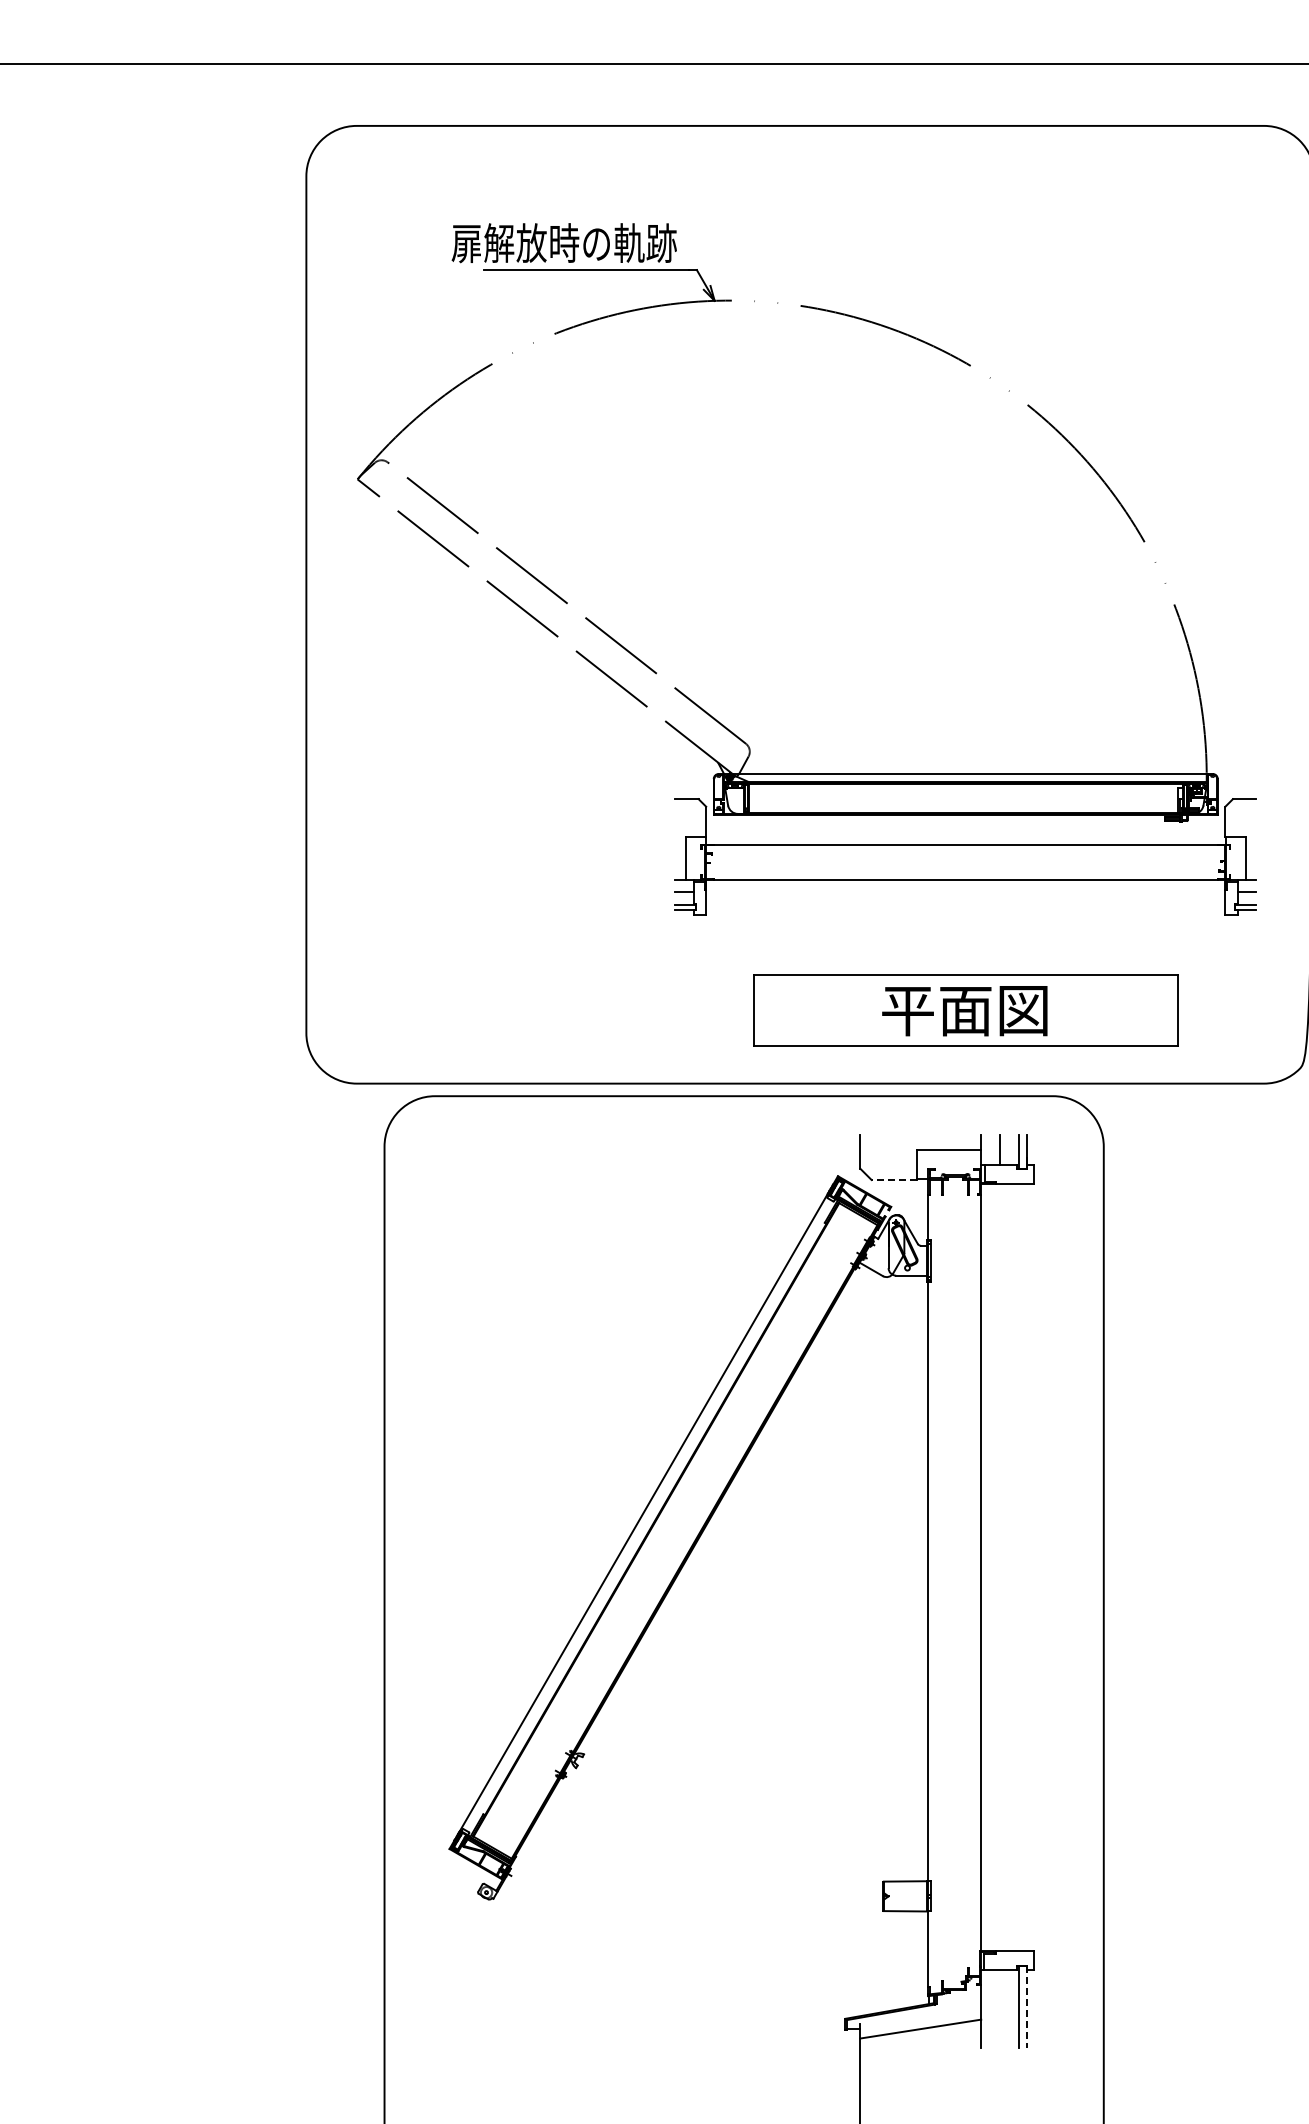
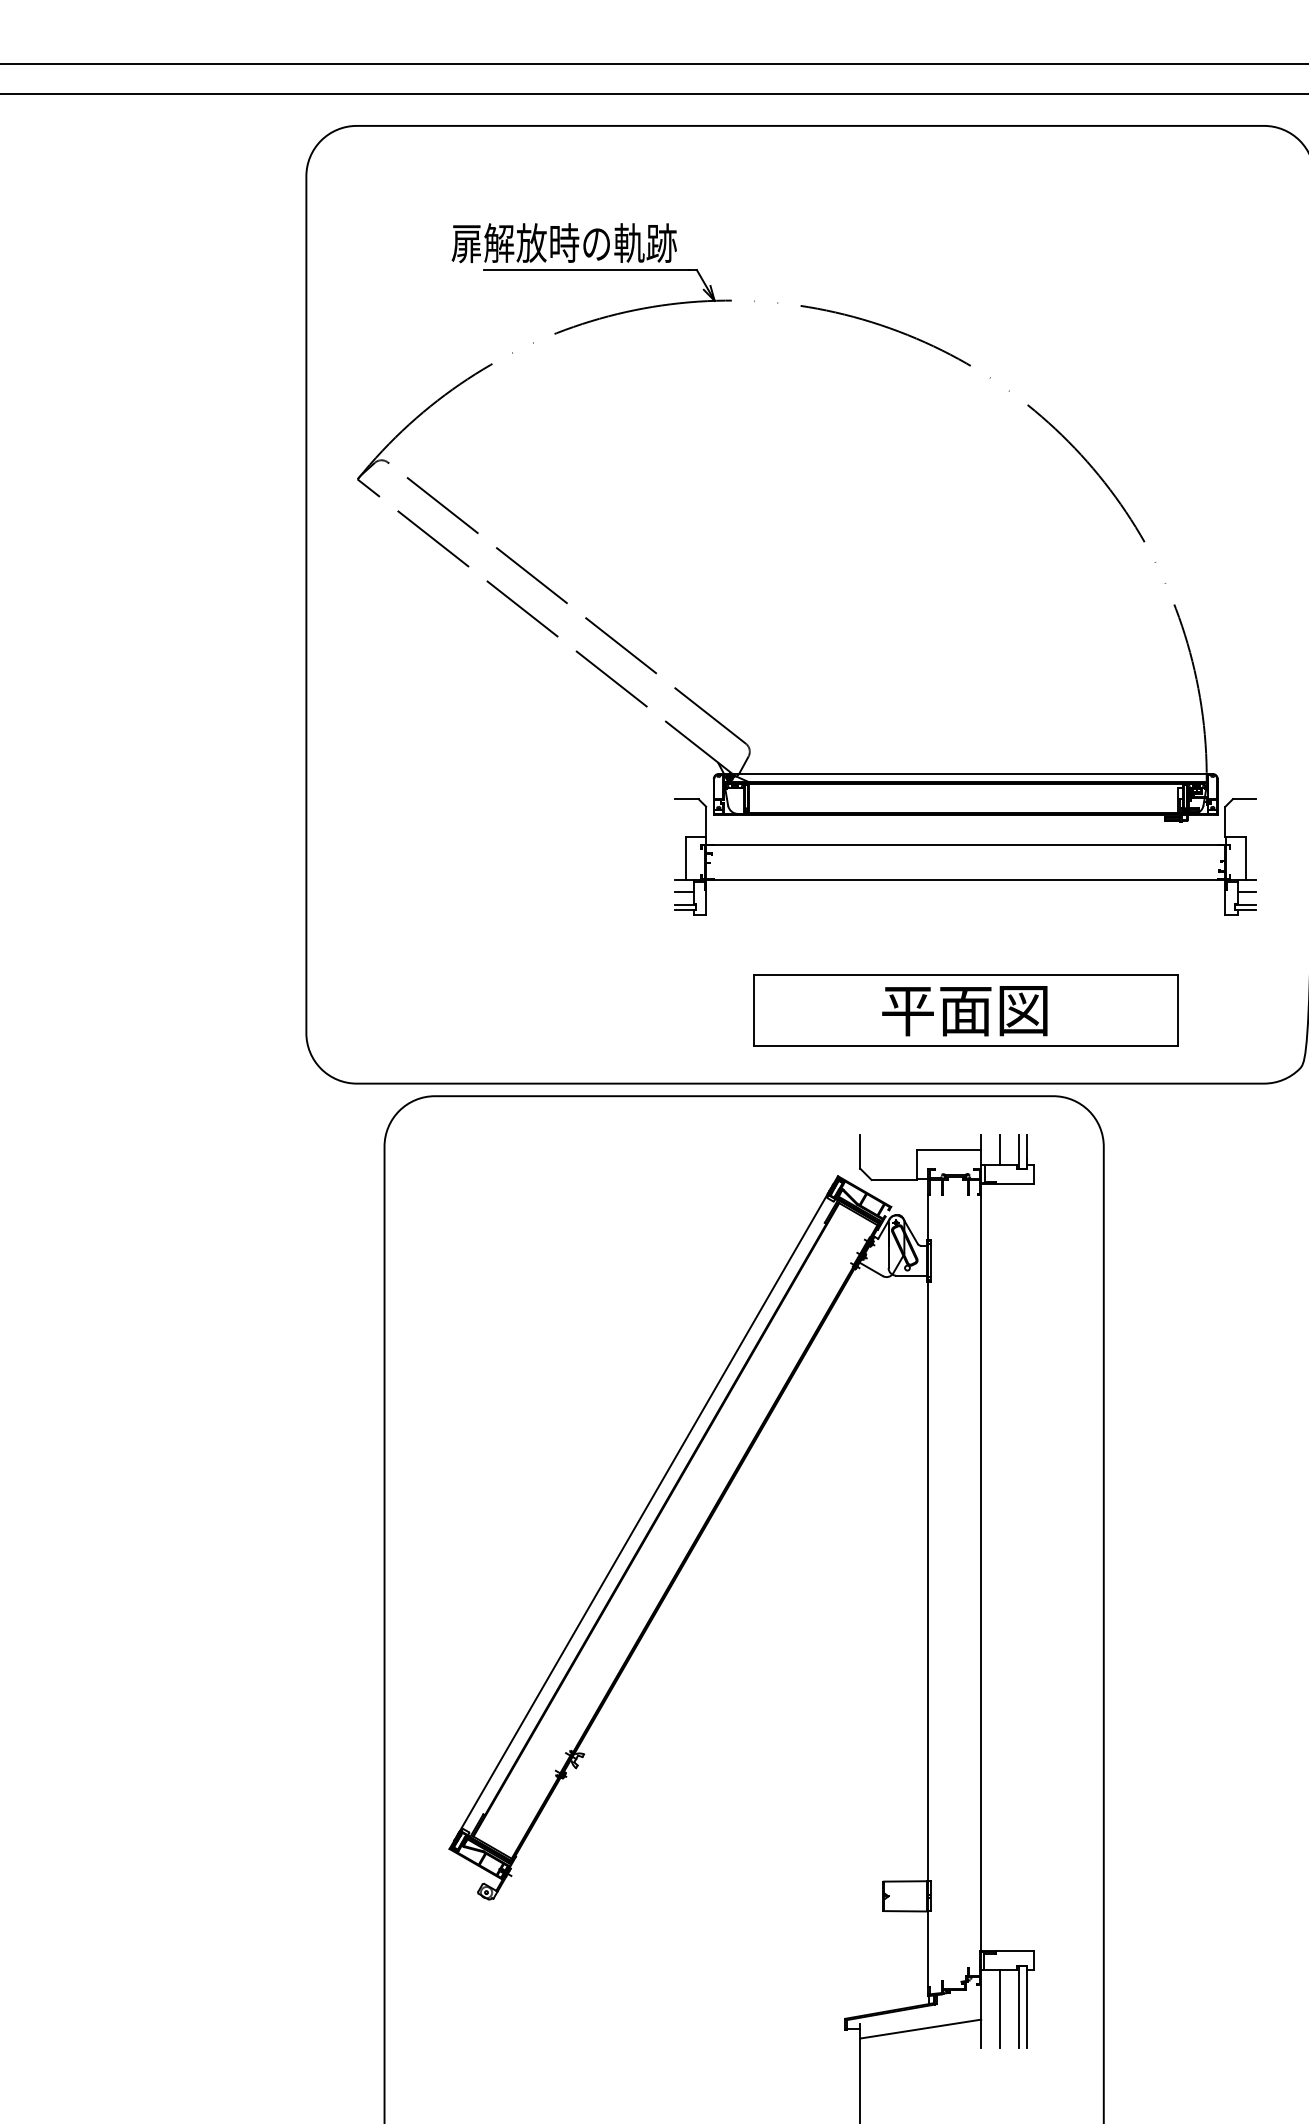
line at (653, 93): none -> present
line at (894, 1179): dashed -> solid
line at (1026, 2007): dashed -> solid
line at (1000, 2009): none -> present
